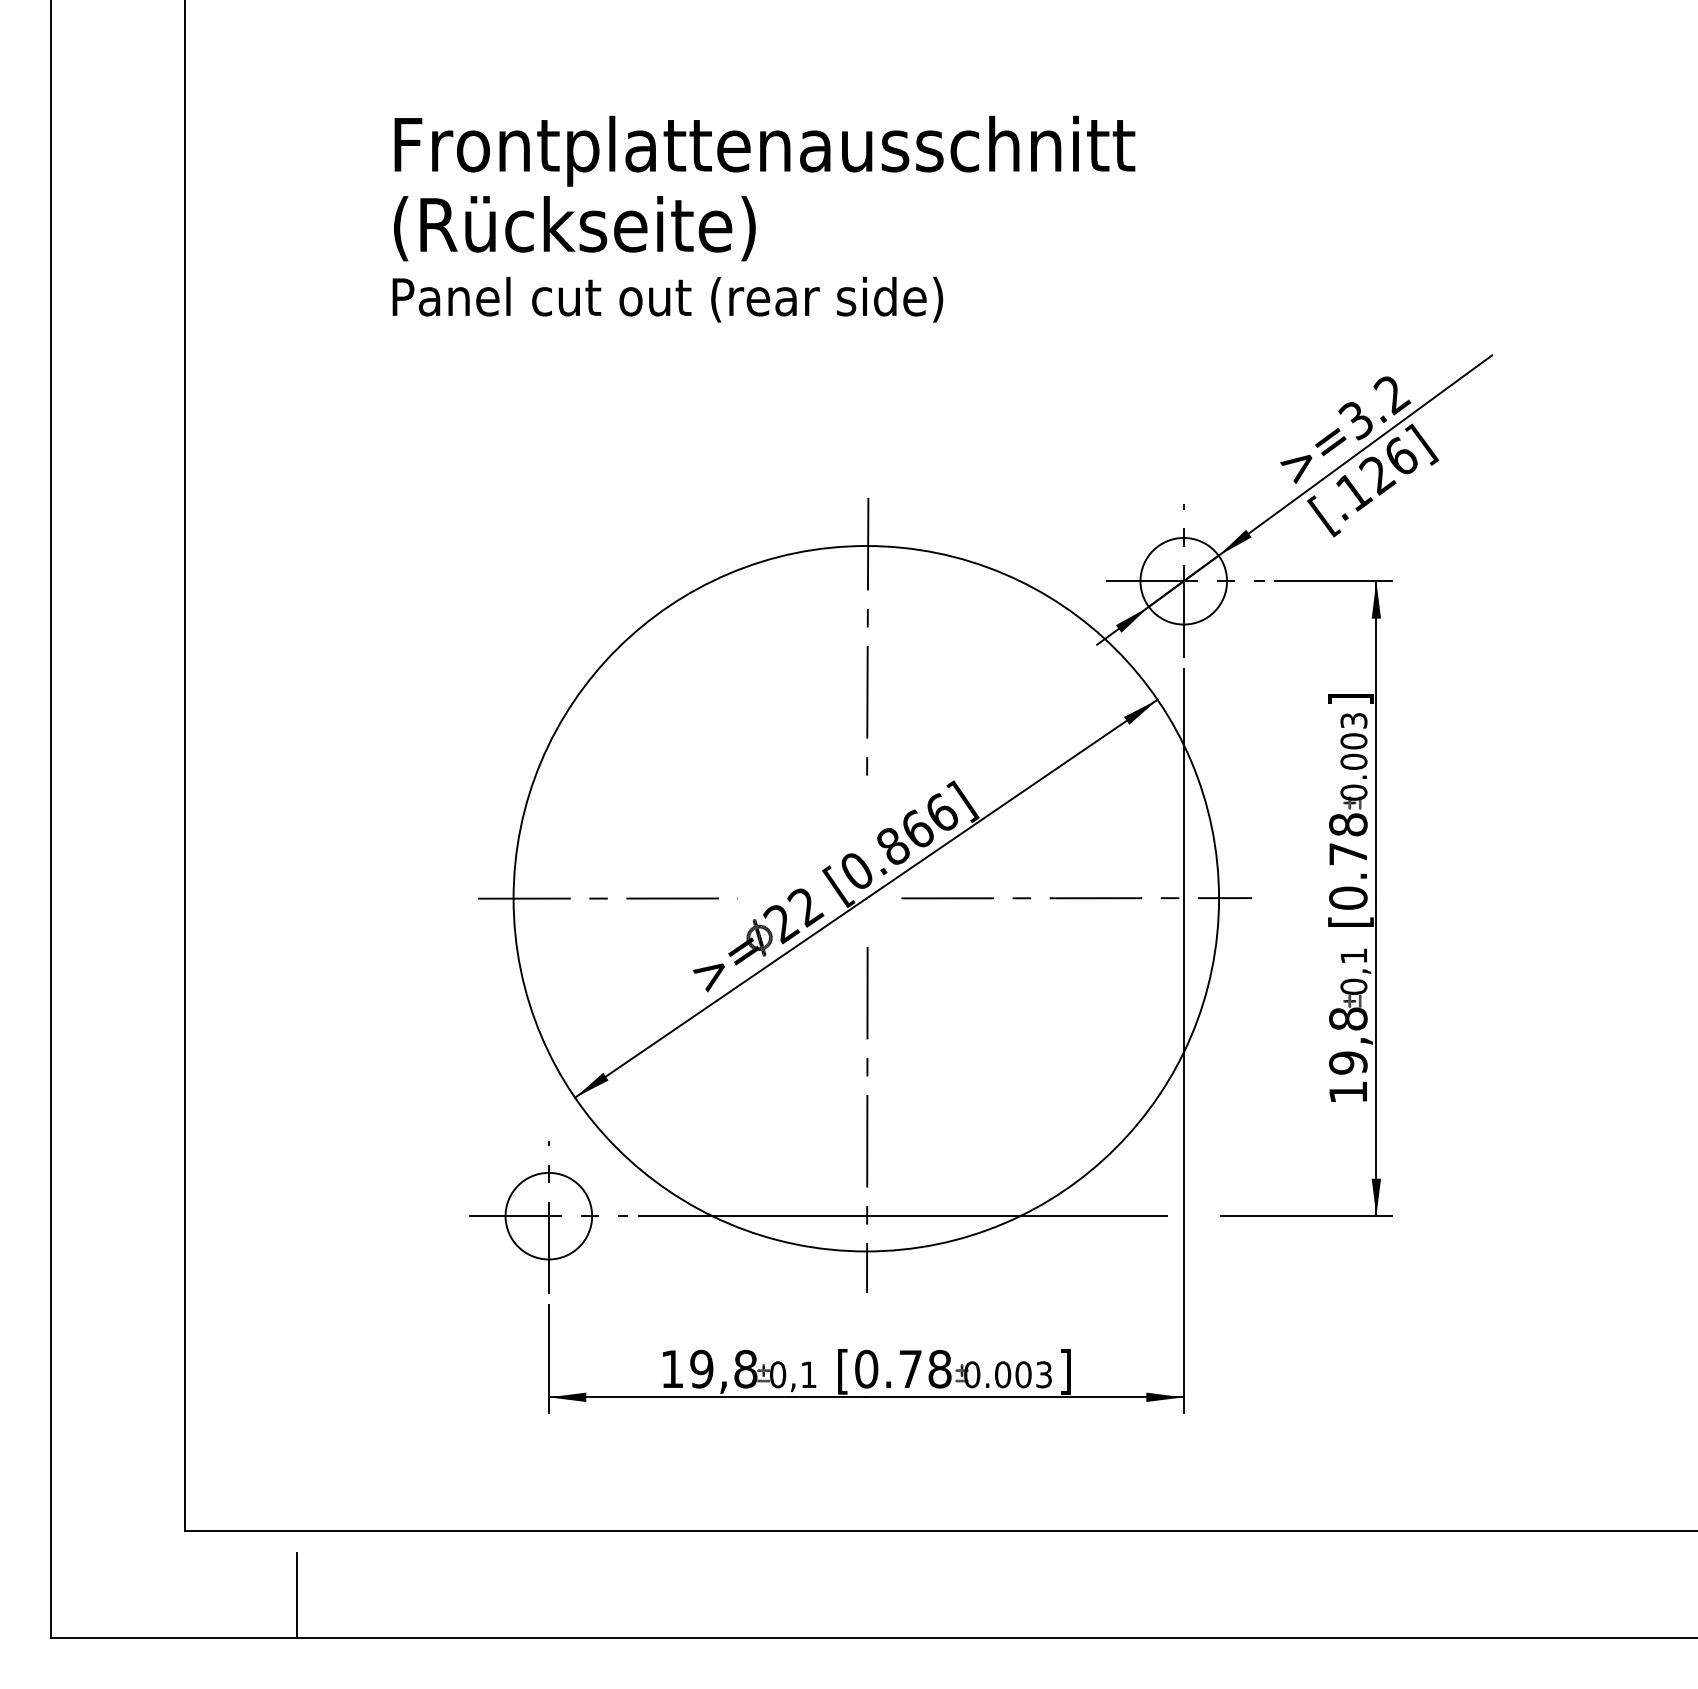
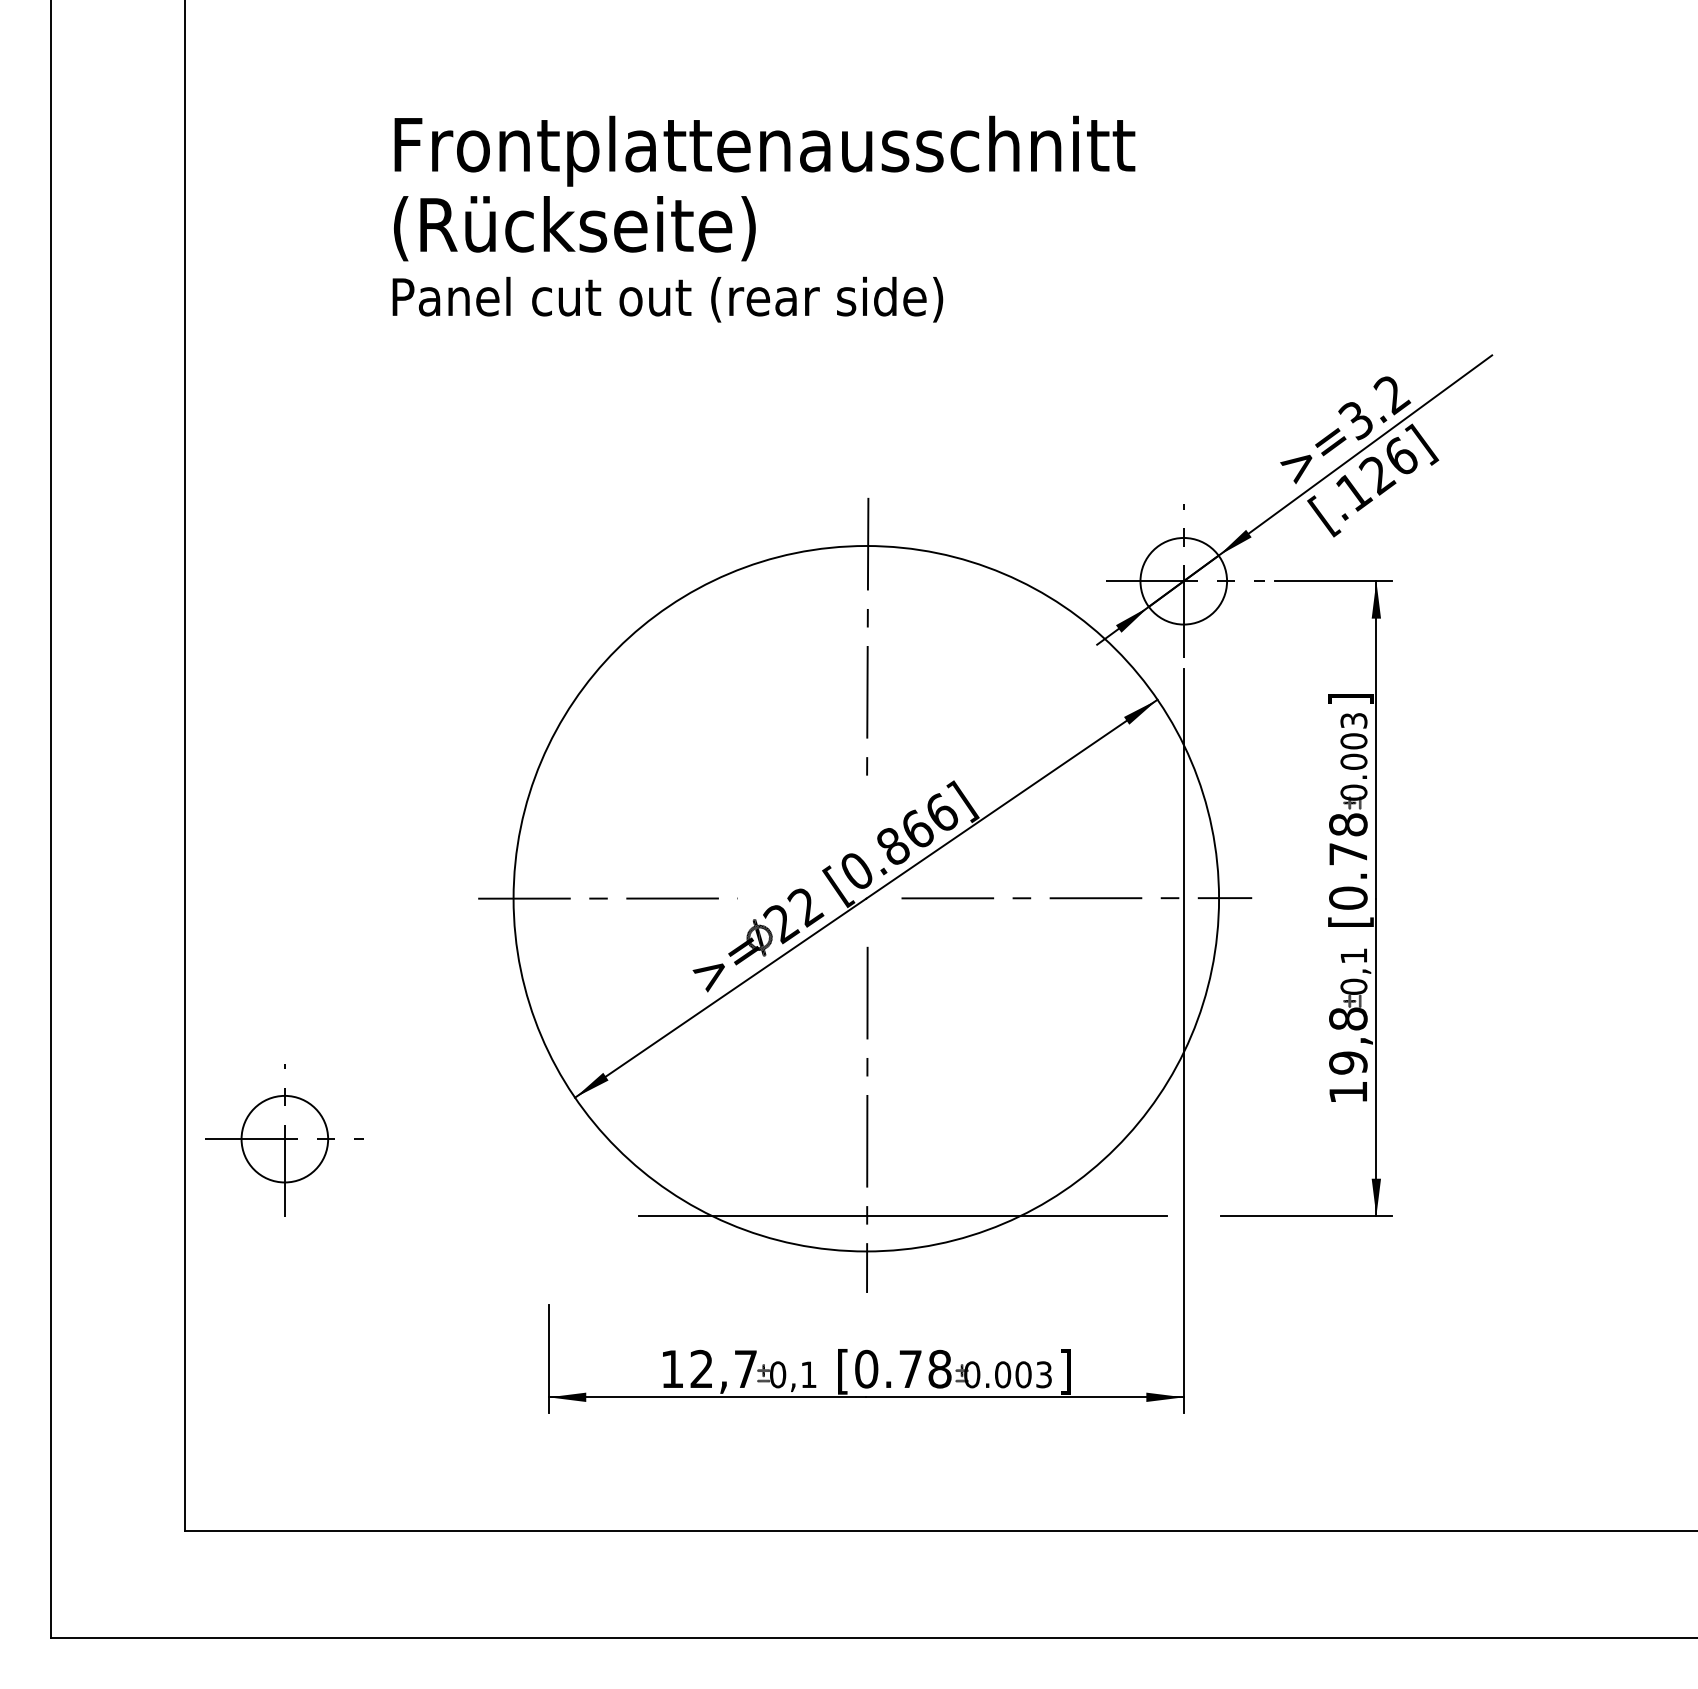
part at (548, 1217) position: (548, 1217) -> (284, 1140)
text at (723, 1368): 19,8 -> 12,7
line at (296, 1595): present -> none
